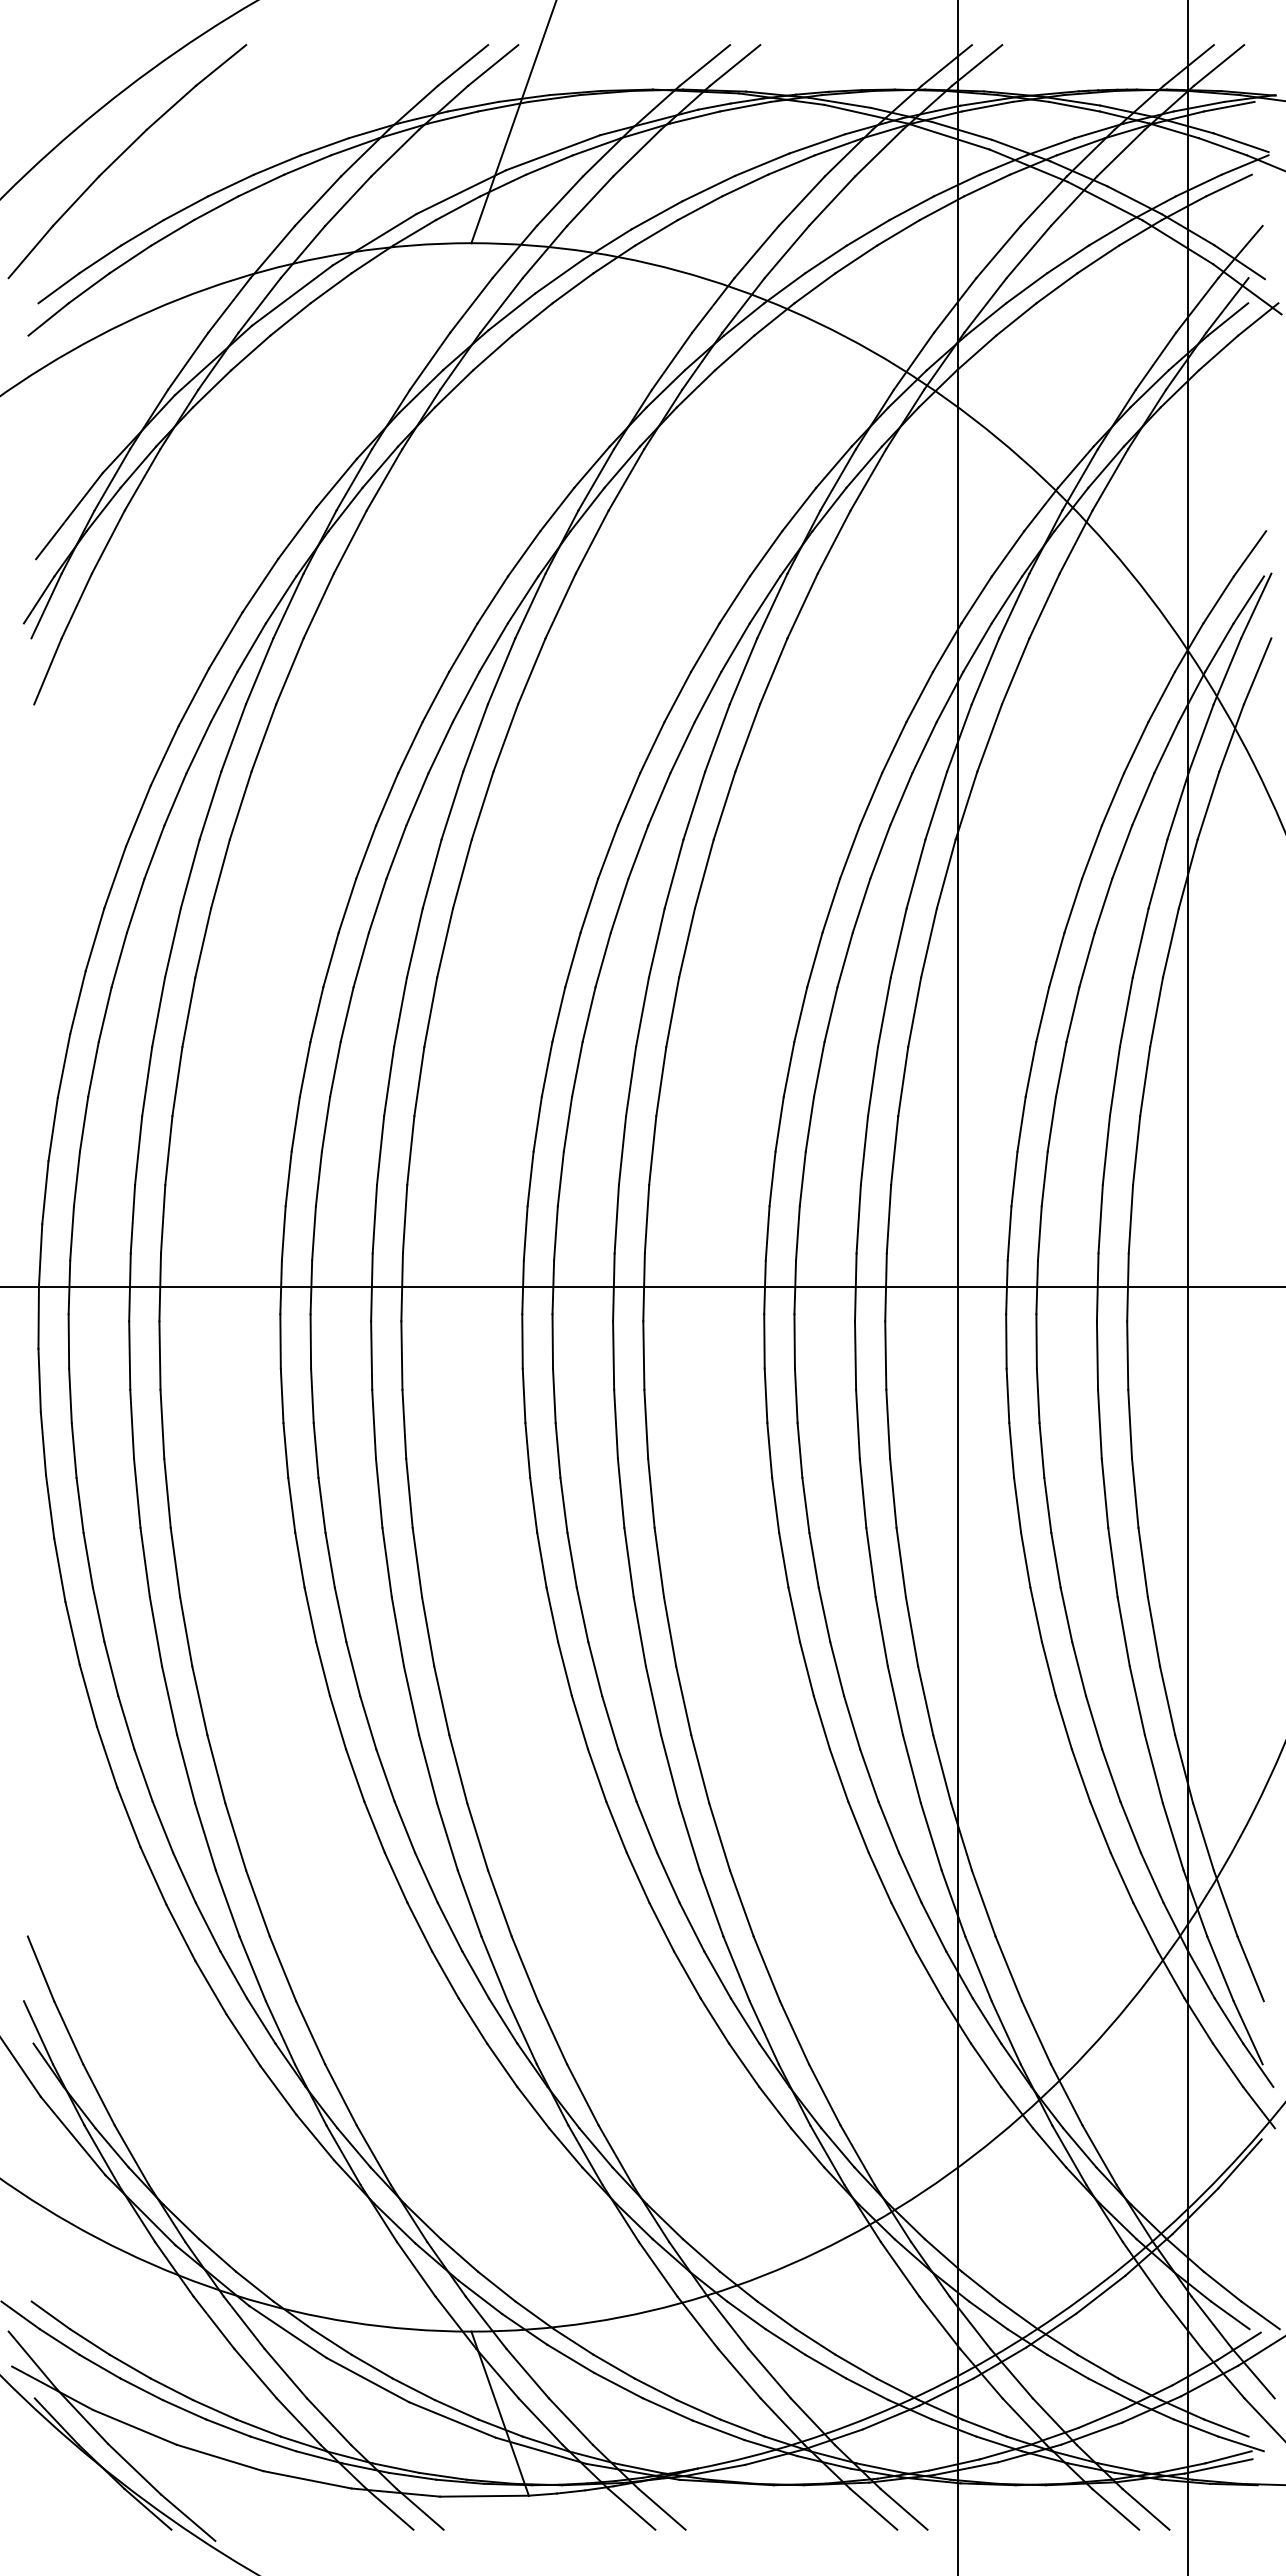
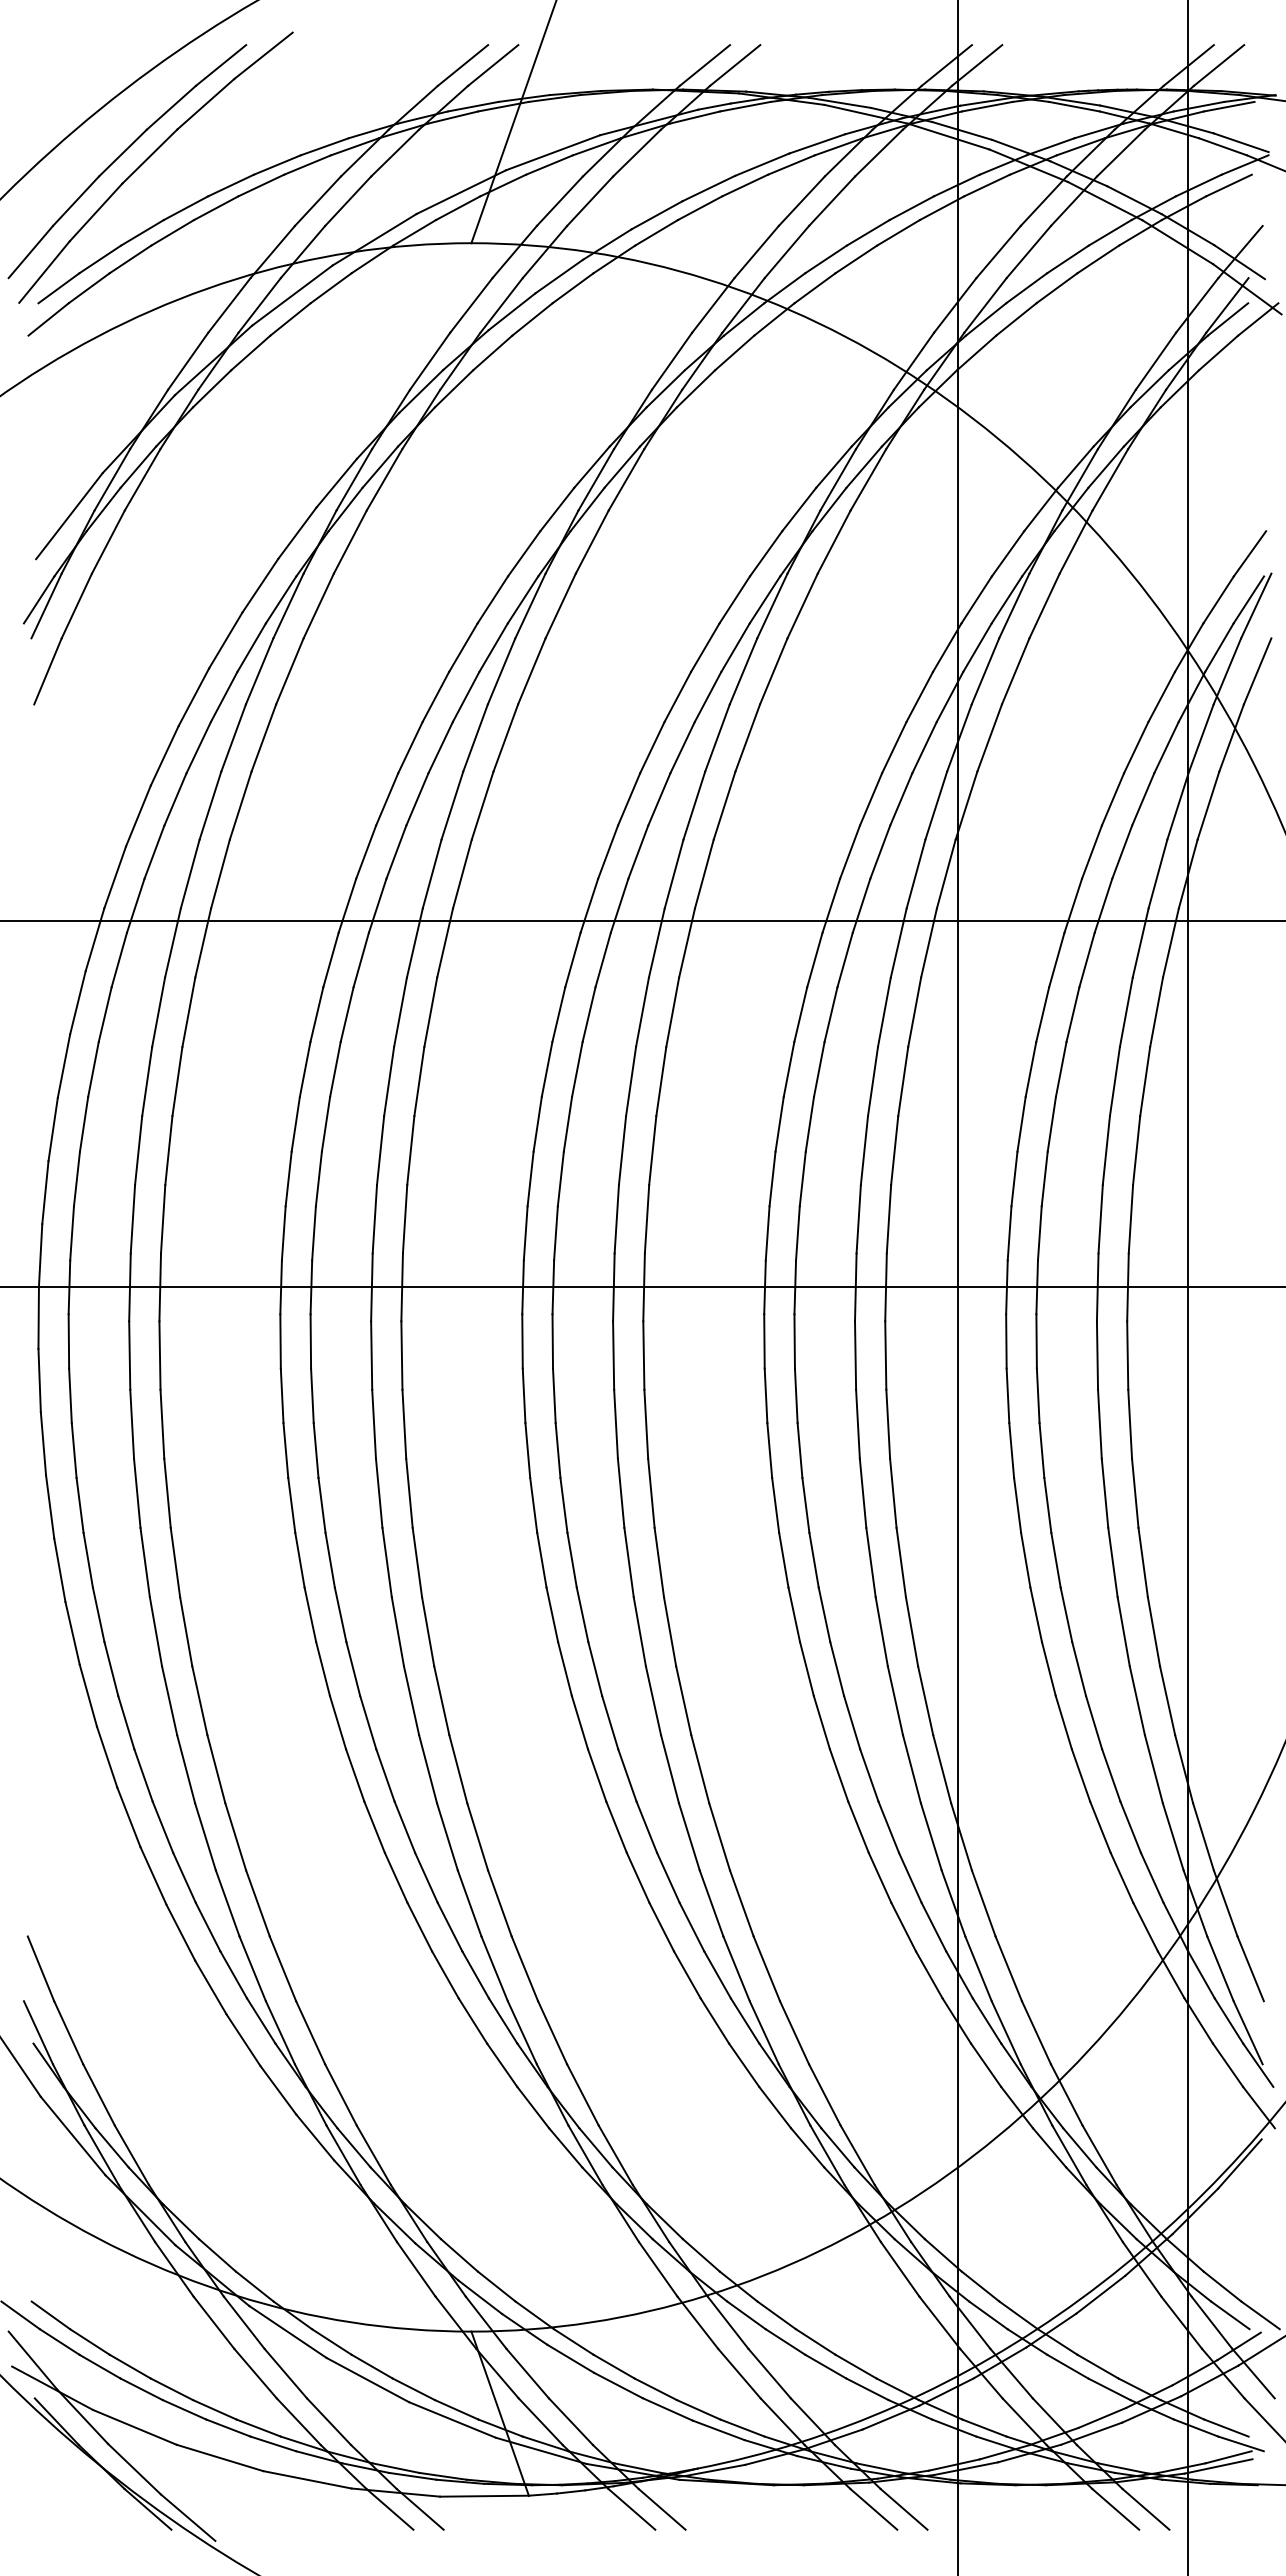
part at (148, 159): none -> present
line at (642, 921): none -> present
